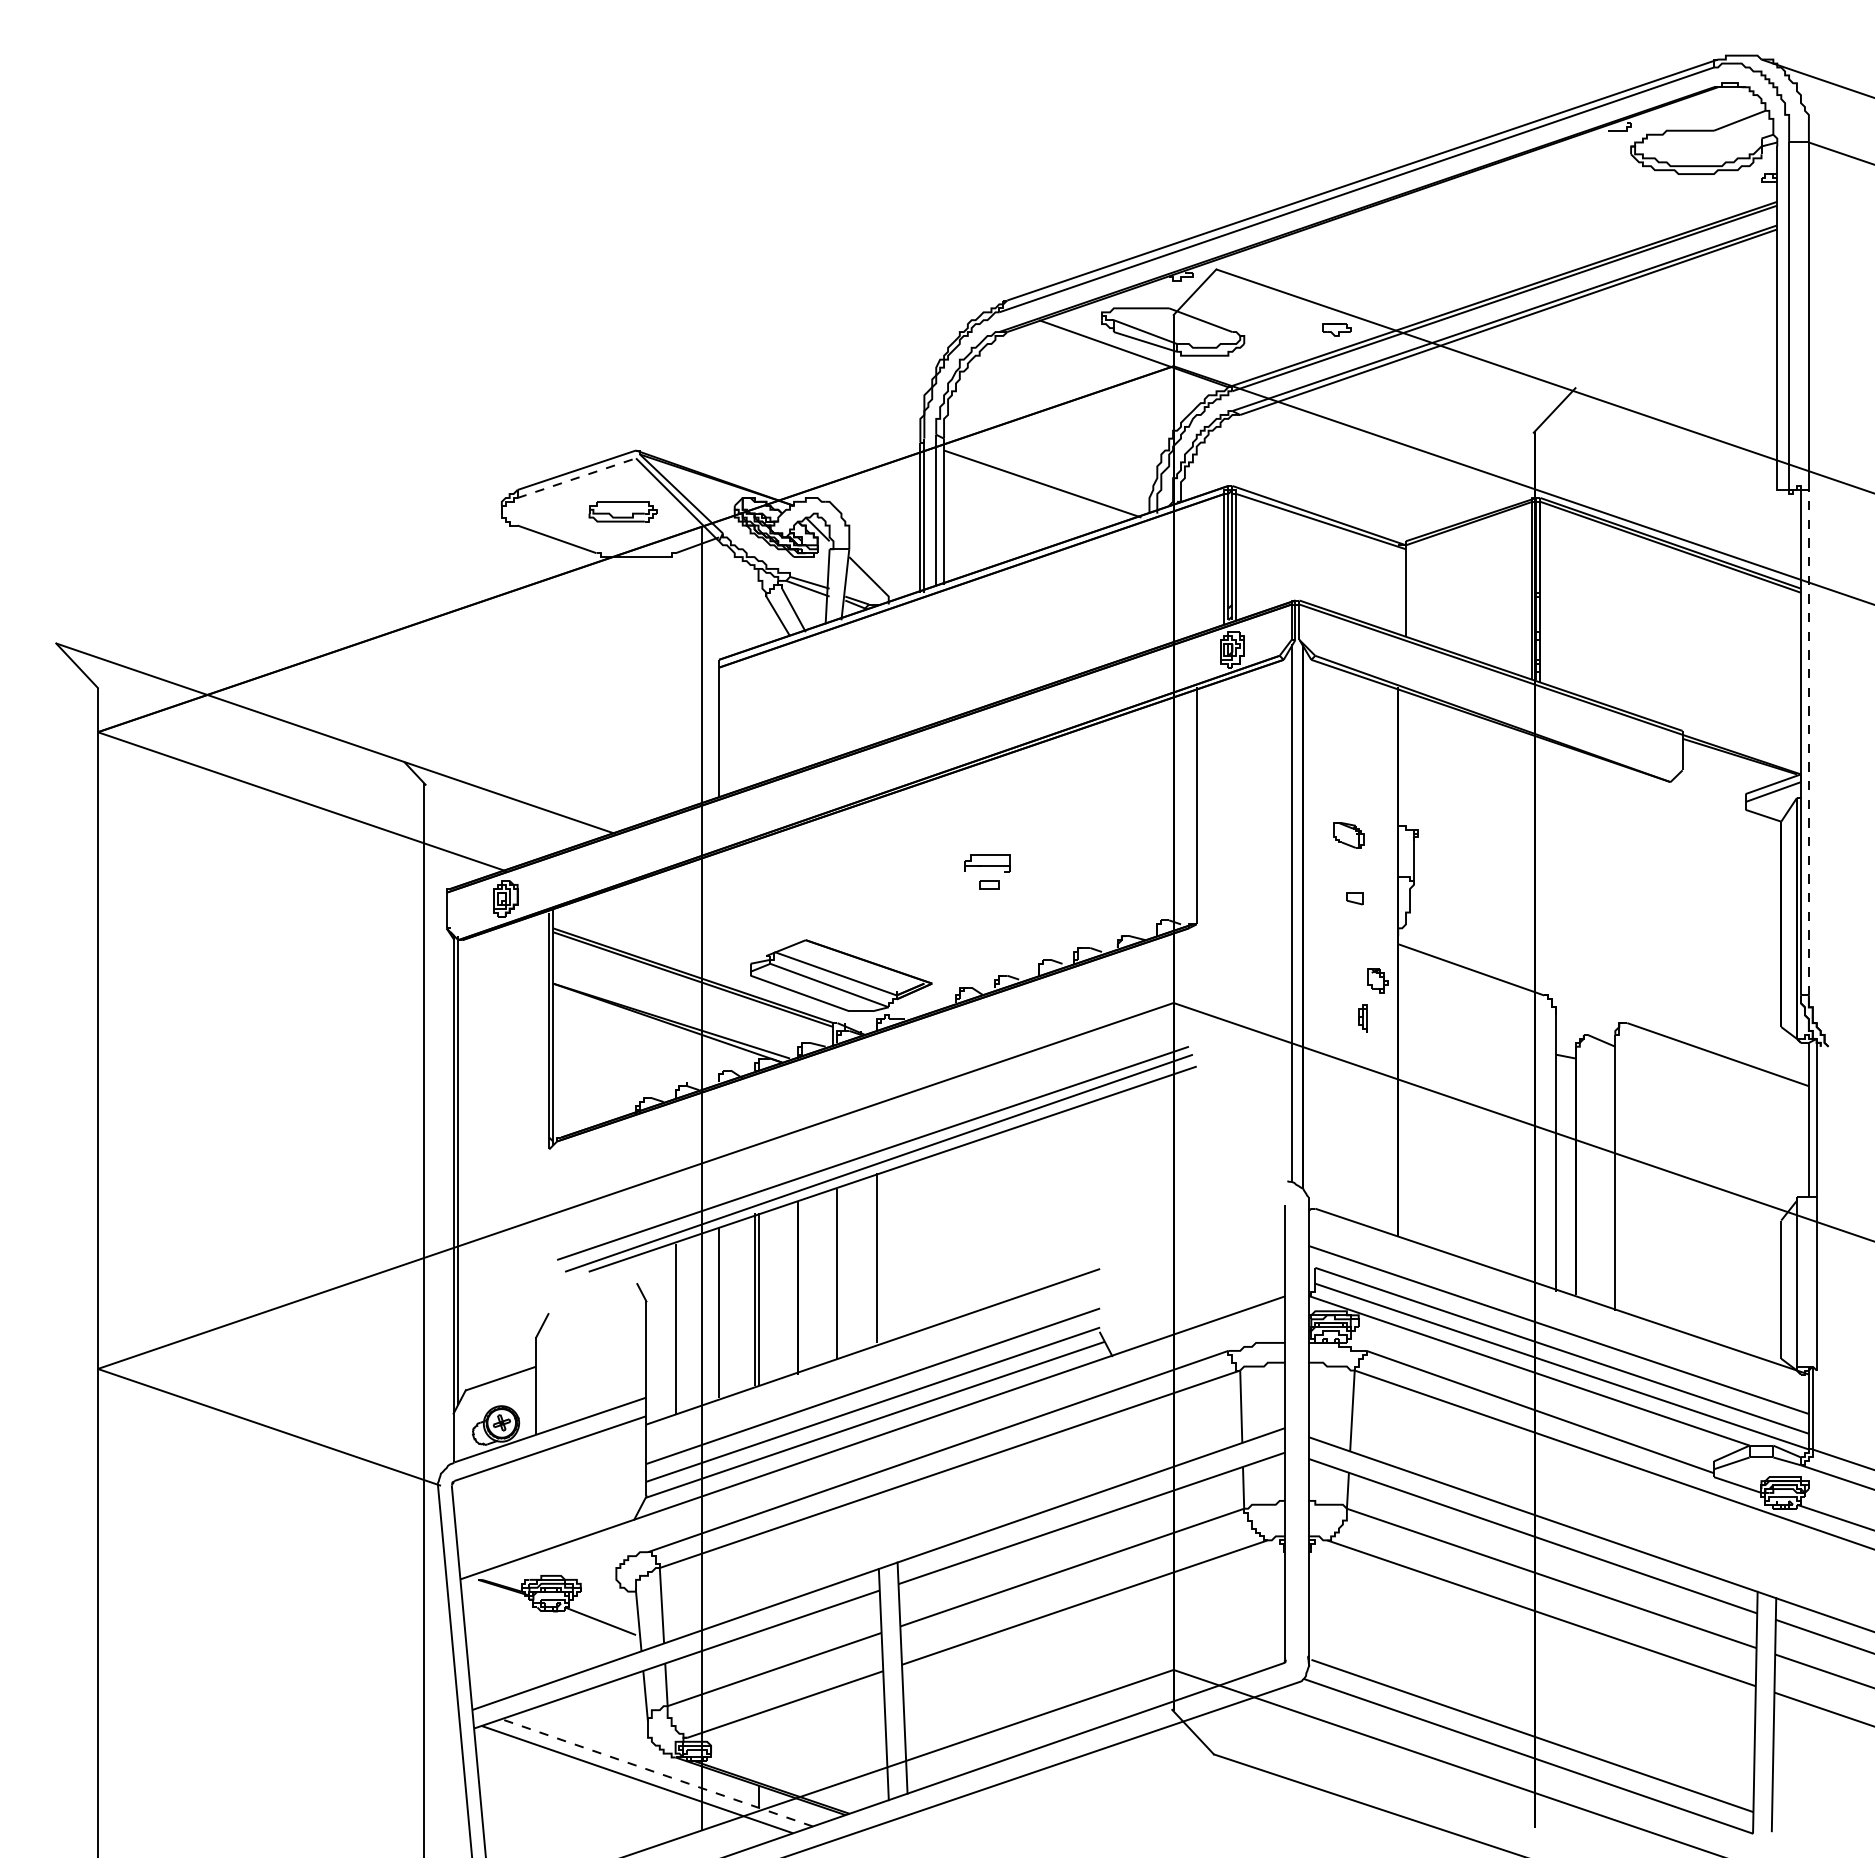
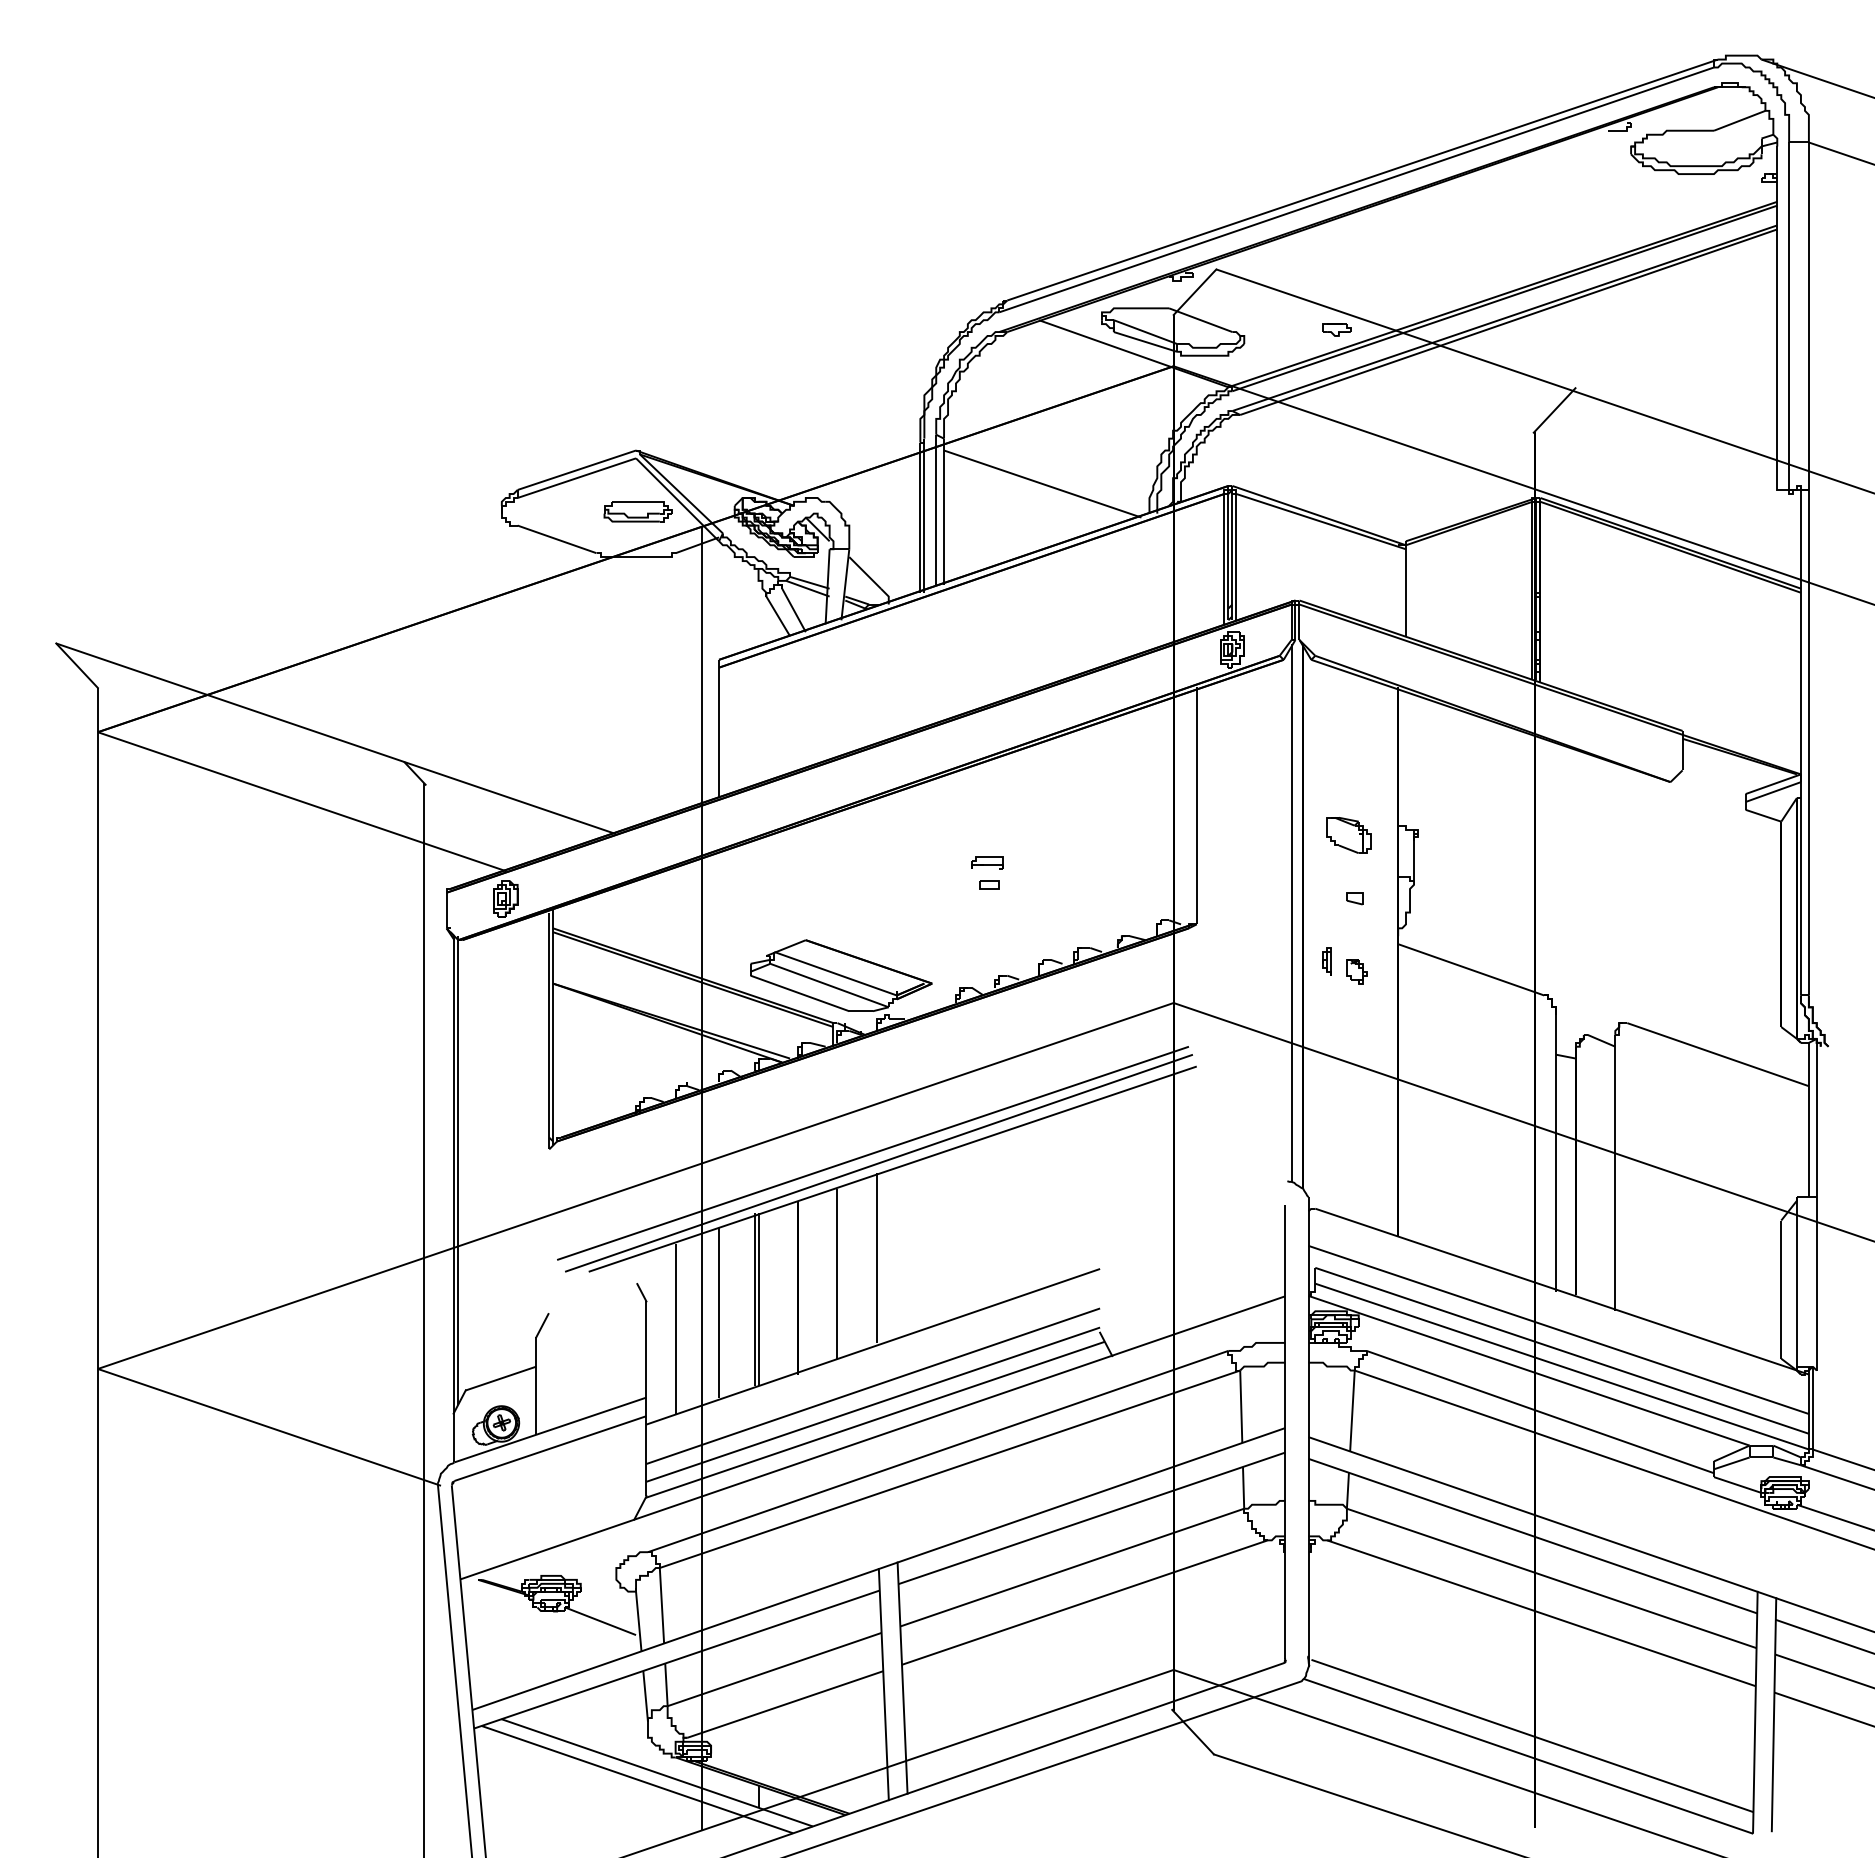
line at (577, 478): dashed -> solid
part at (622, 511) position: (622, 511) -> (637, 511)
line at (1808, 742): dashed -> solid
part at (1348, 835) size: 32x27 px -> 46x37 px
part at (987, 863) size: 47x19 px -> 33x14 px
part at (1377, 980) position: (1377, 980) -> (1356, 971)
part at (1362, 1018) position: (1362, 1018) -> (1326, 961)
line at (657, 1772): dashed -> solid
